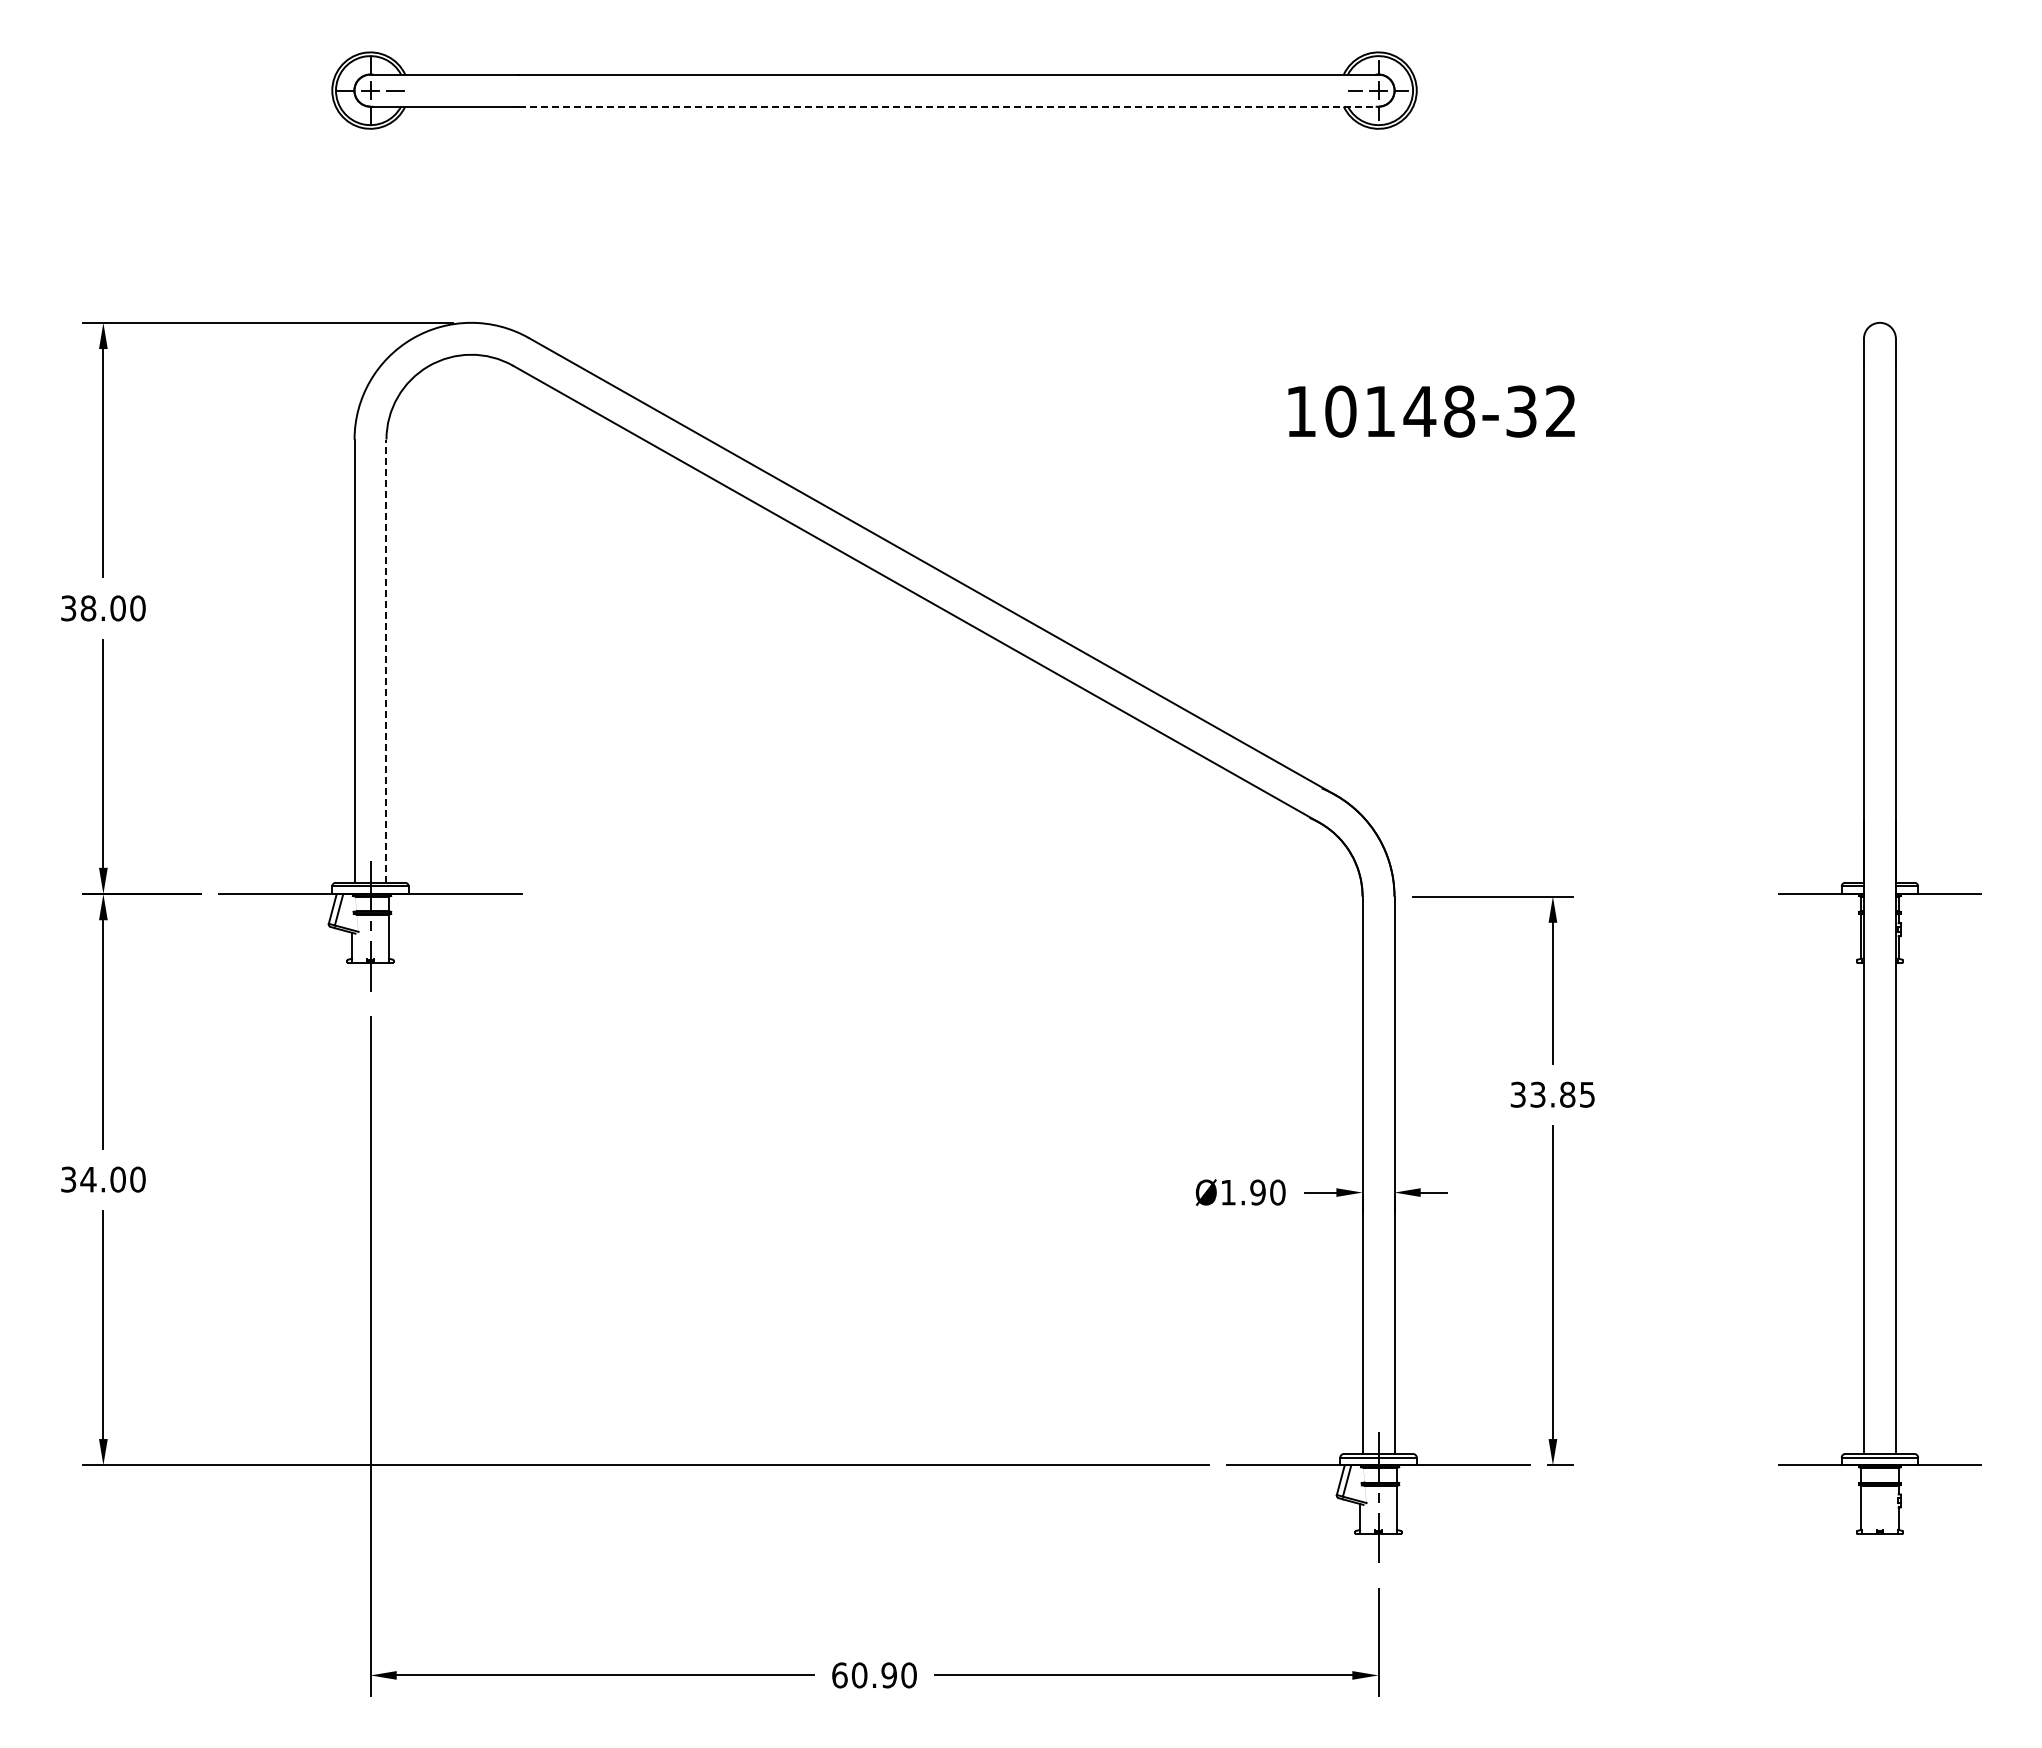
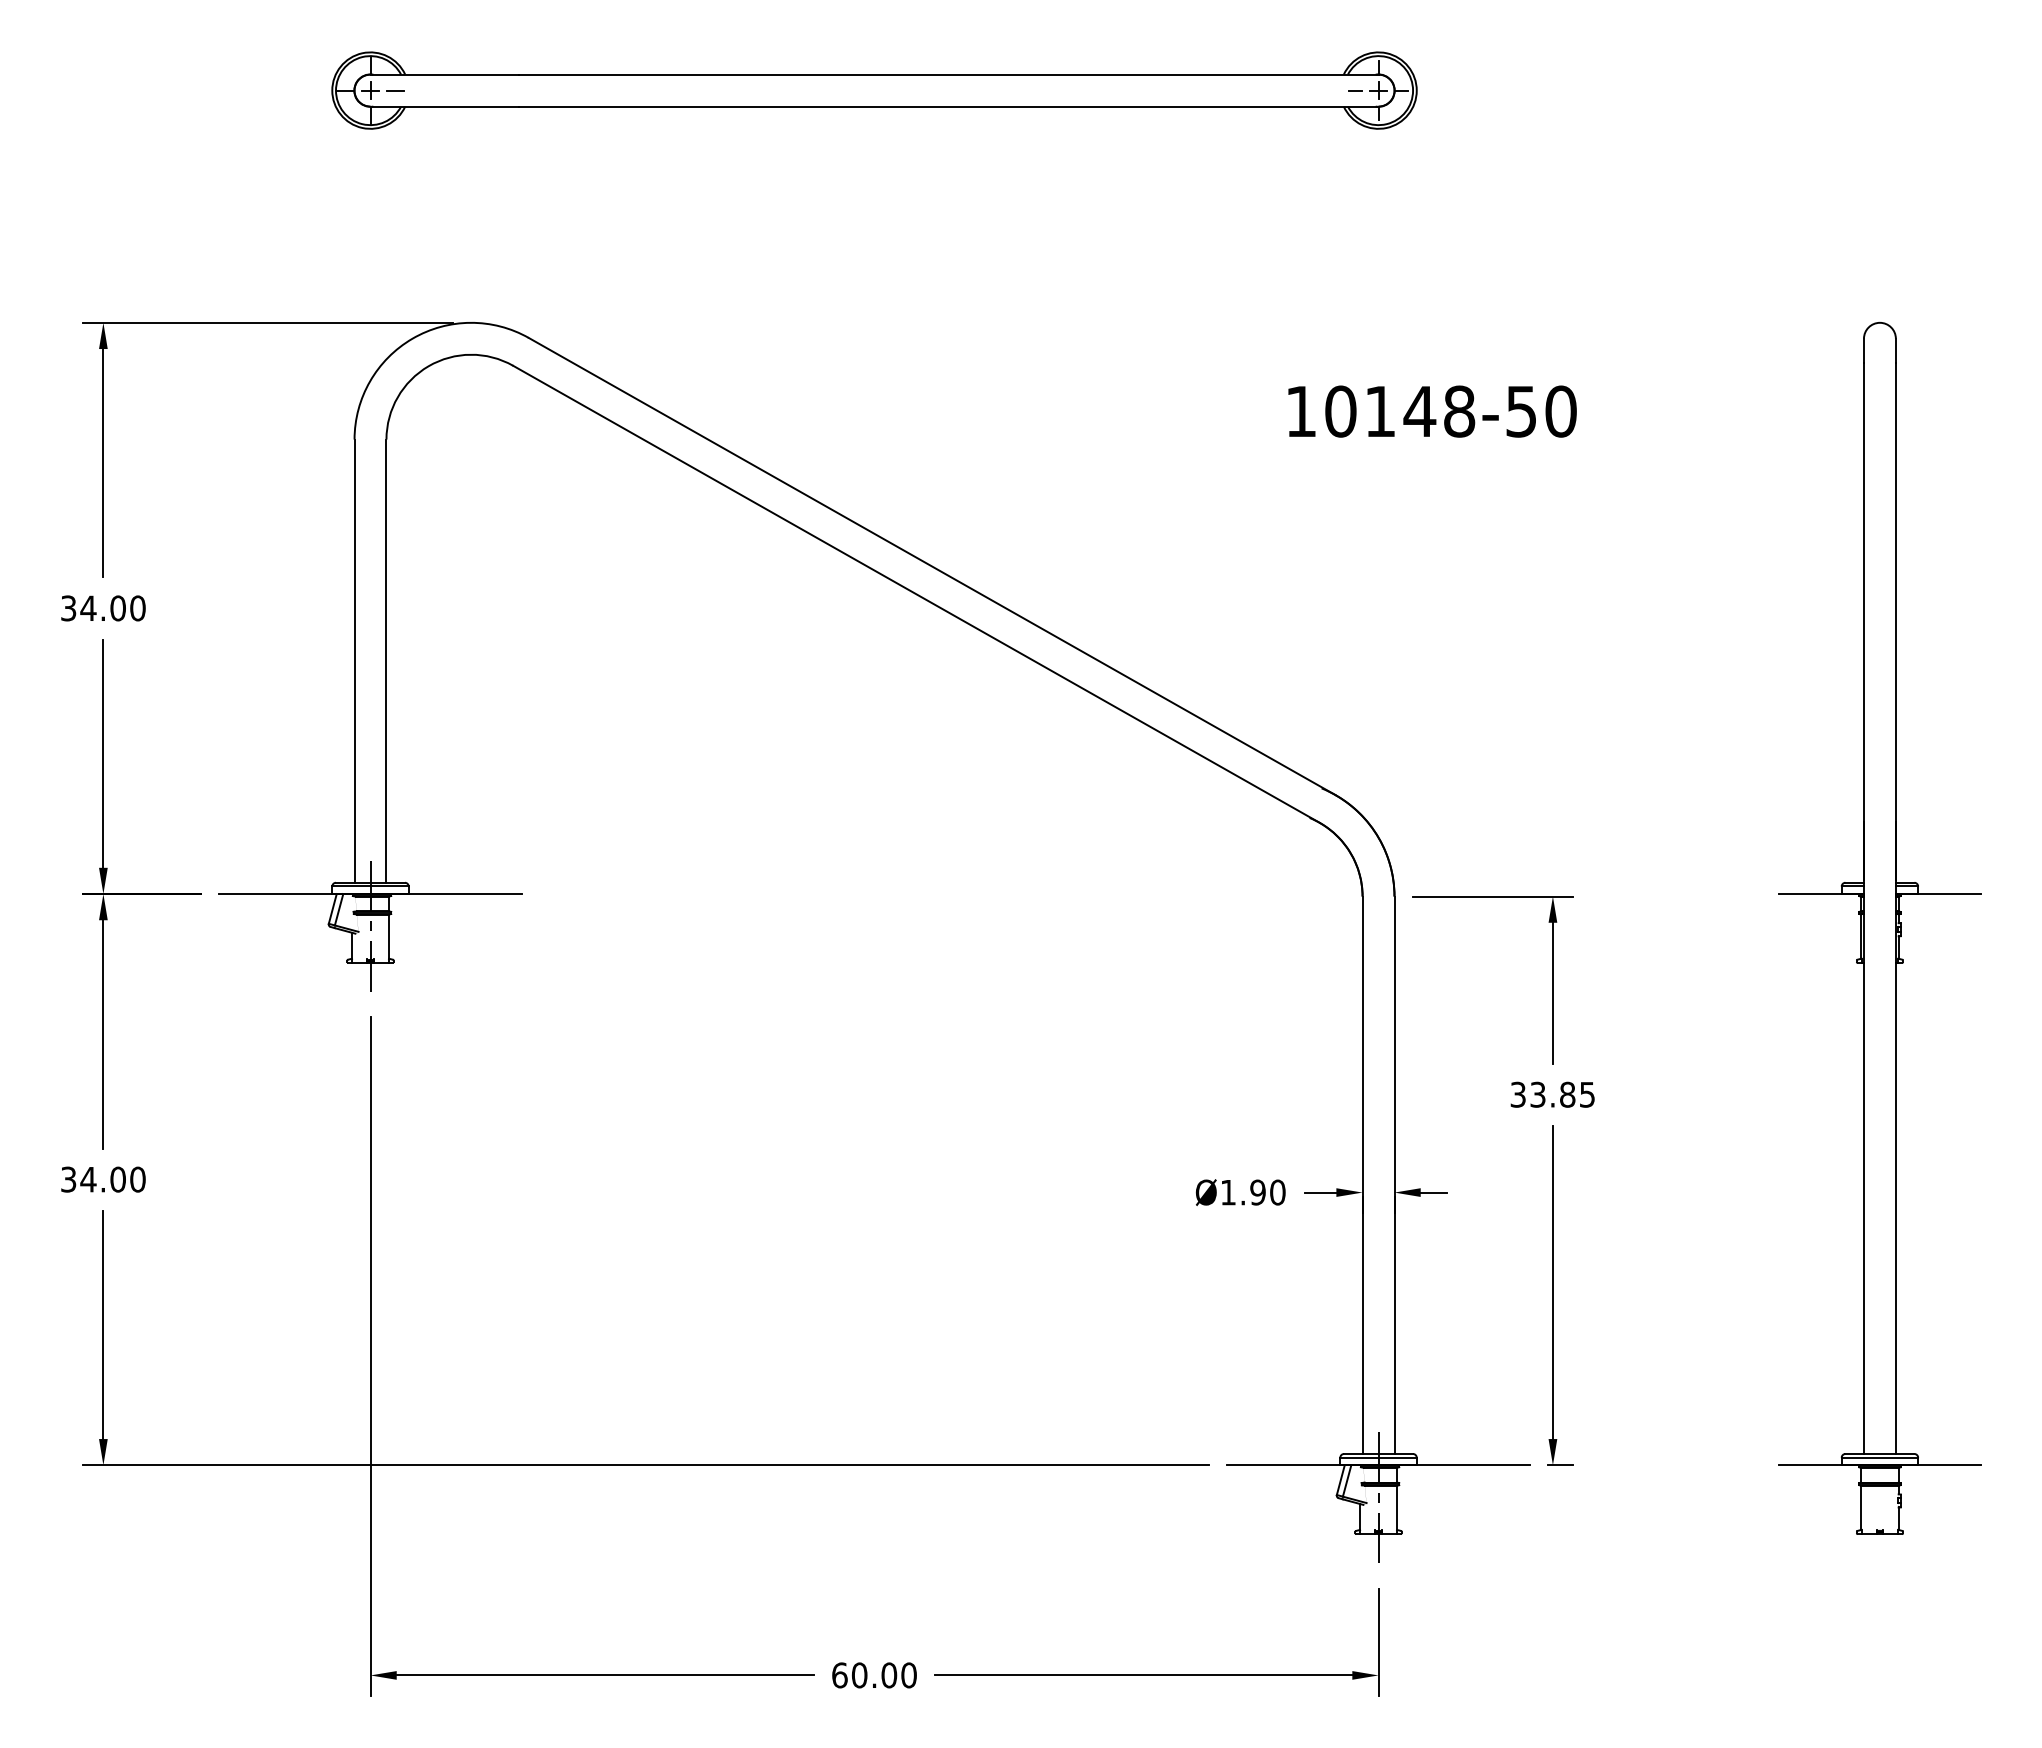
line at (948, 106): dashed -> solid
text at (1541, 411): 10148-32 -> 10148-50
text at (88, 608): 38.00 -> 34.00
line at (386, 661): dashed -> solid
text at (889, 1675): 60.90 -> 60.00
